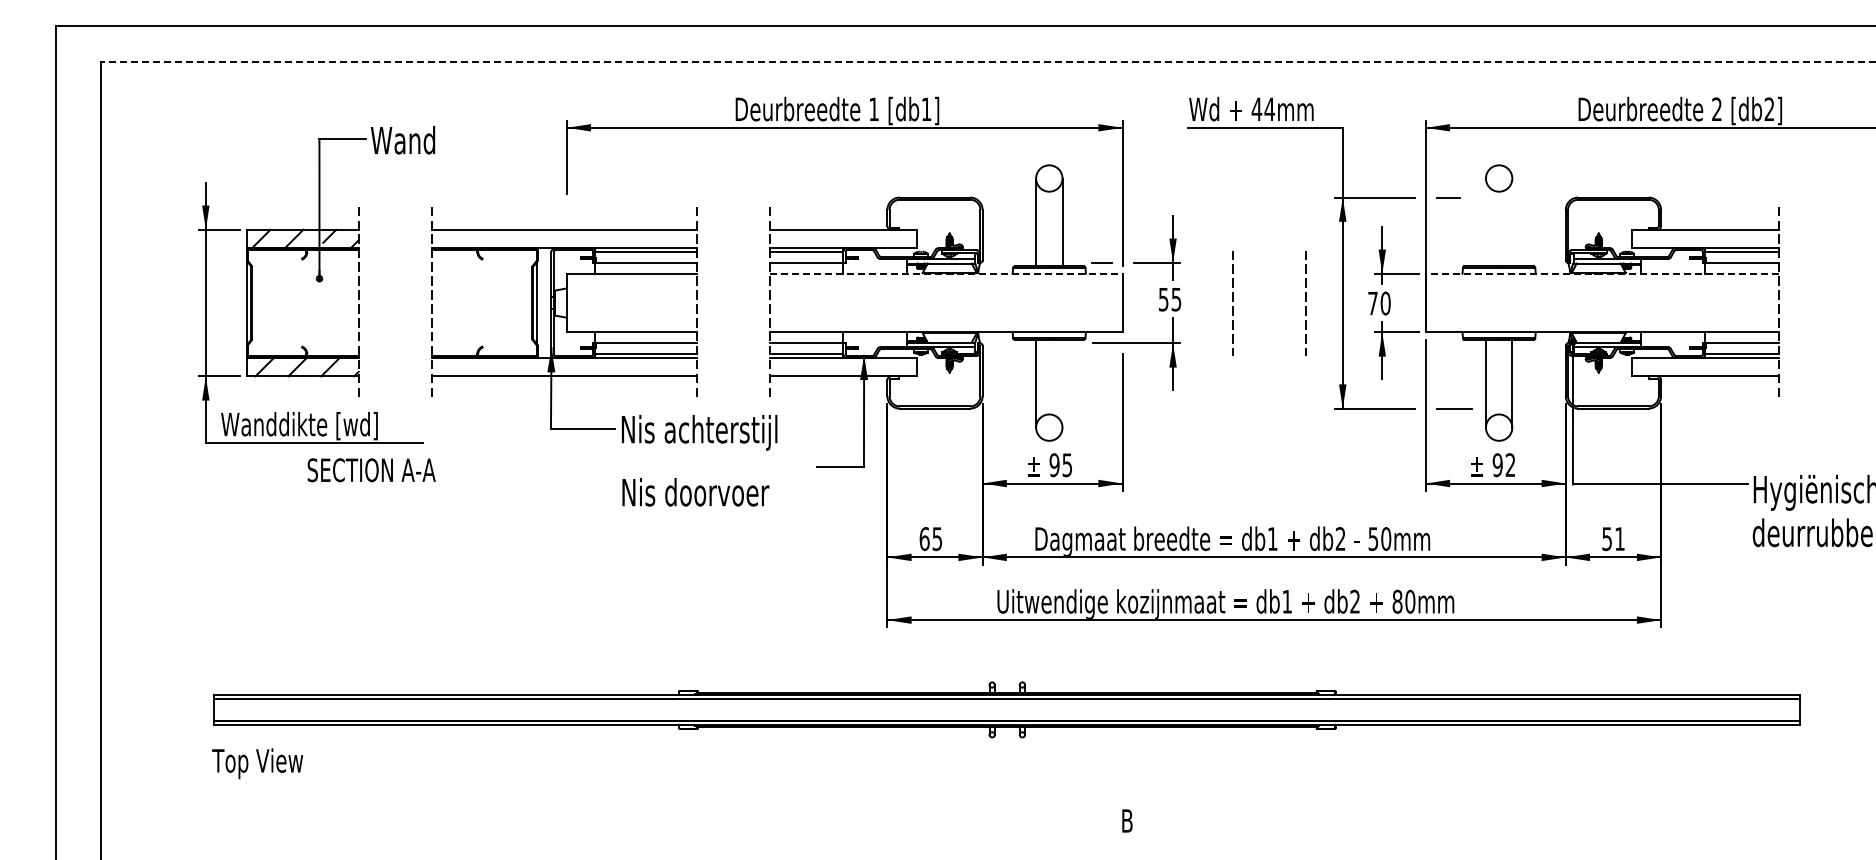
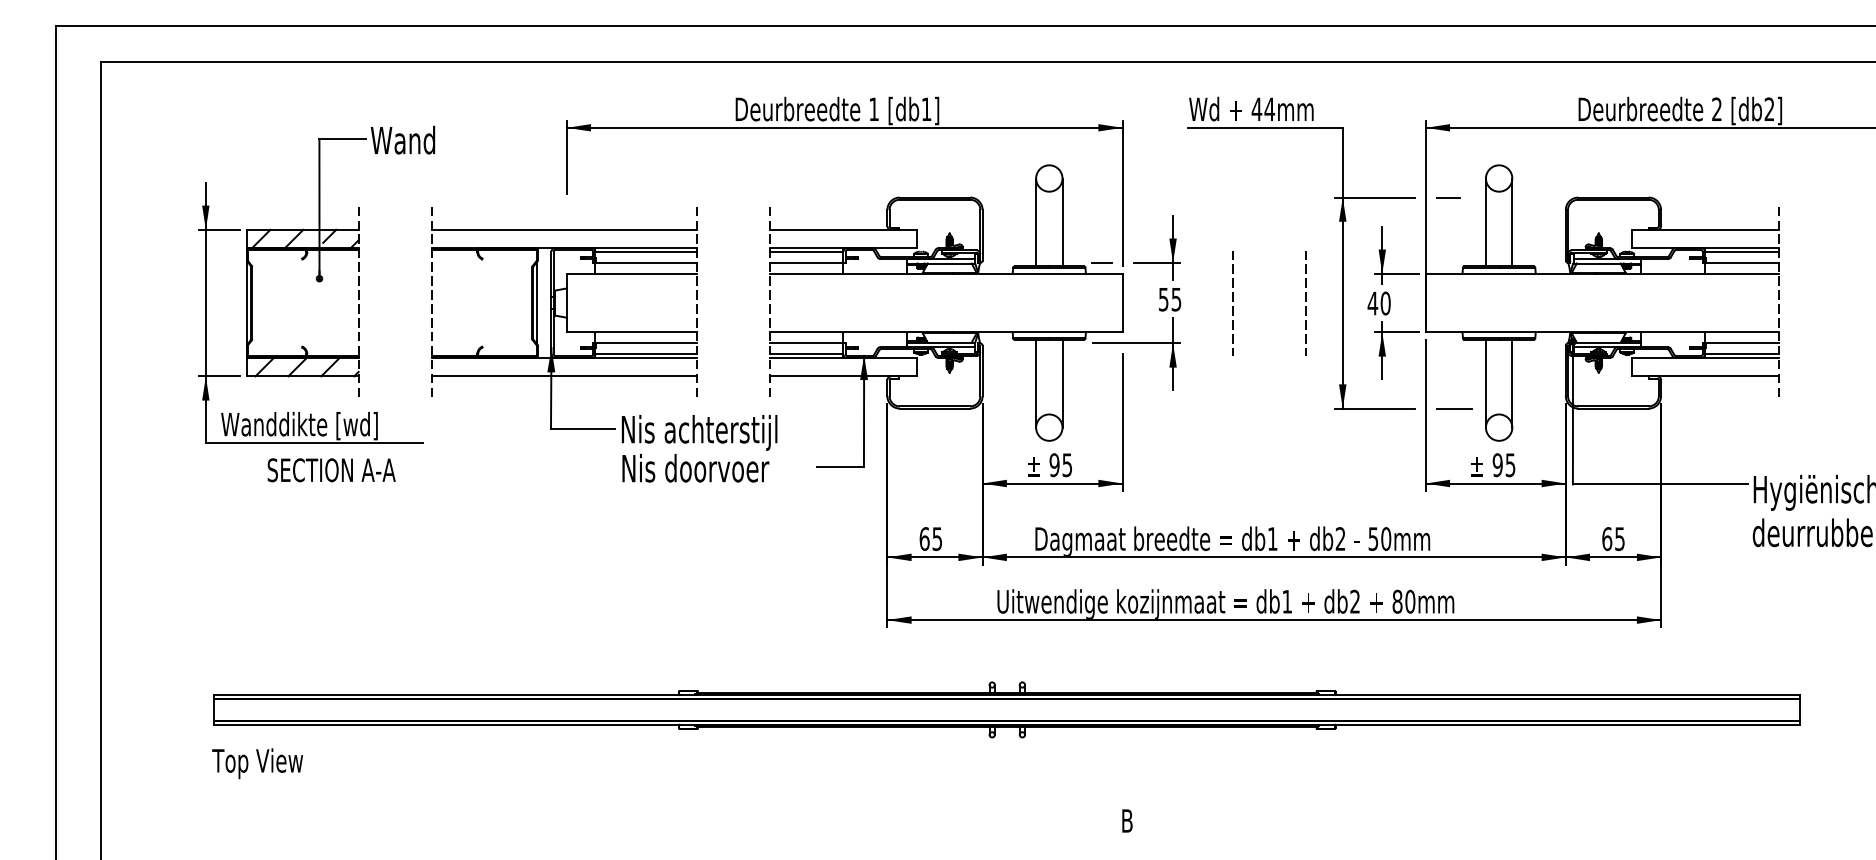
line at (987, 62): dashed -> solid
line at (1485, 222): none -> present
line at (1512, 222): none -> present
line at (946, 273): dashed -> solid
line at (1602, 273): dashed -> solid
text at (1372, 303): 70 -> 40
line at (1062, 383): none -> present
text at (1510, 465): 92 -> 95
text at (371, 470) position: (371, 470) -> (331, 470)
text at (695, 492) position: (695, 492) -> (695, 468)
text at (1613, 539): 51 -> 65
